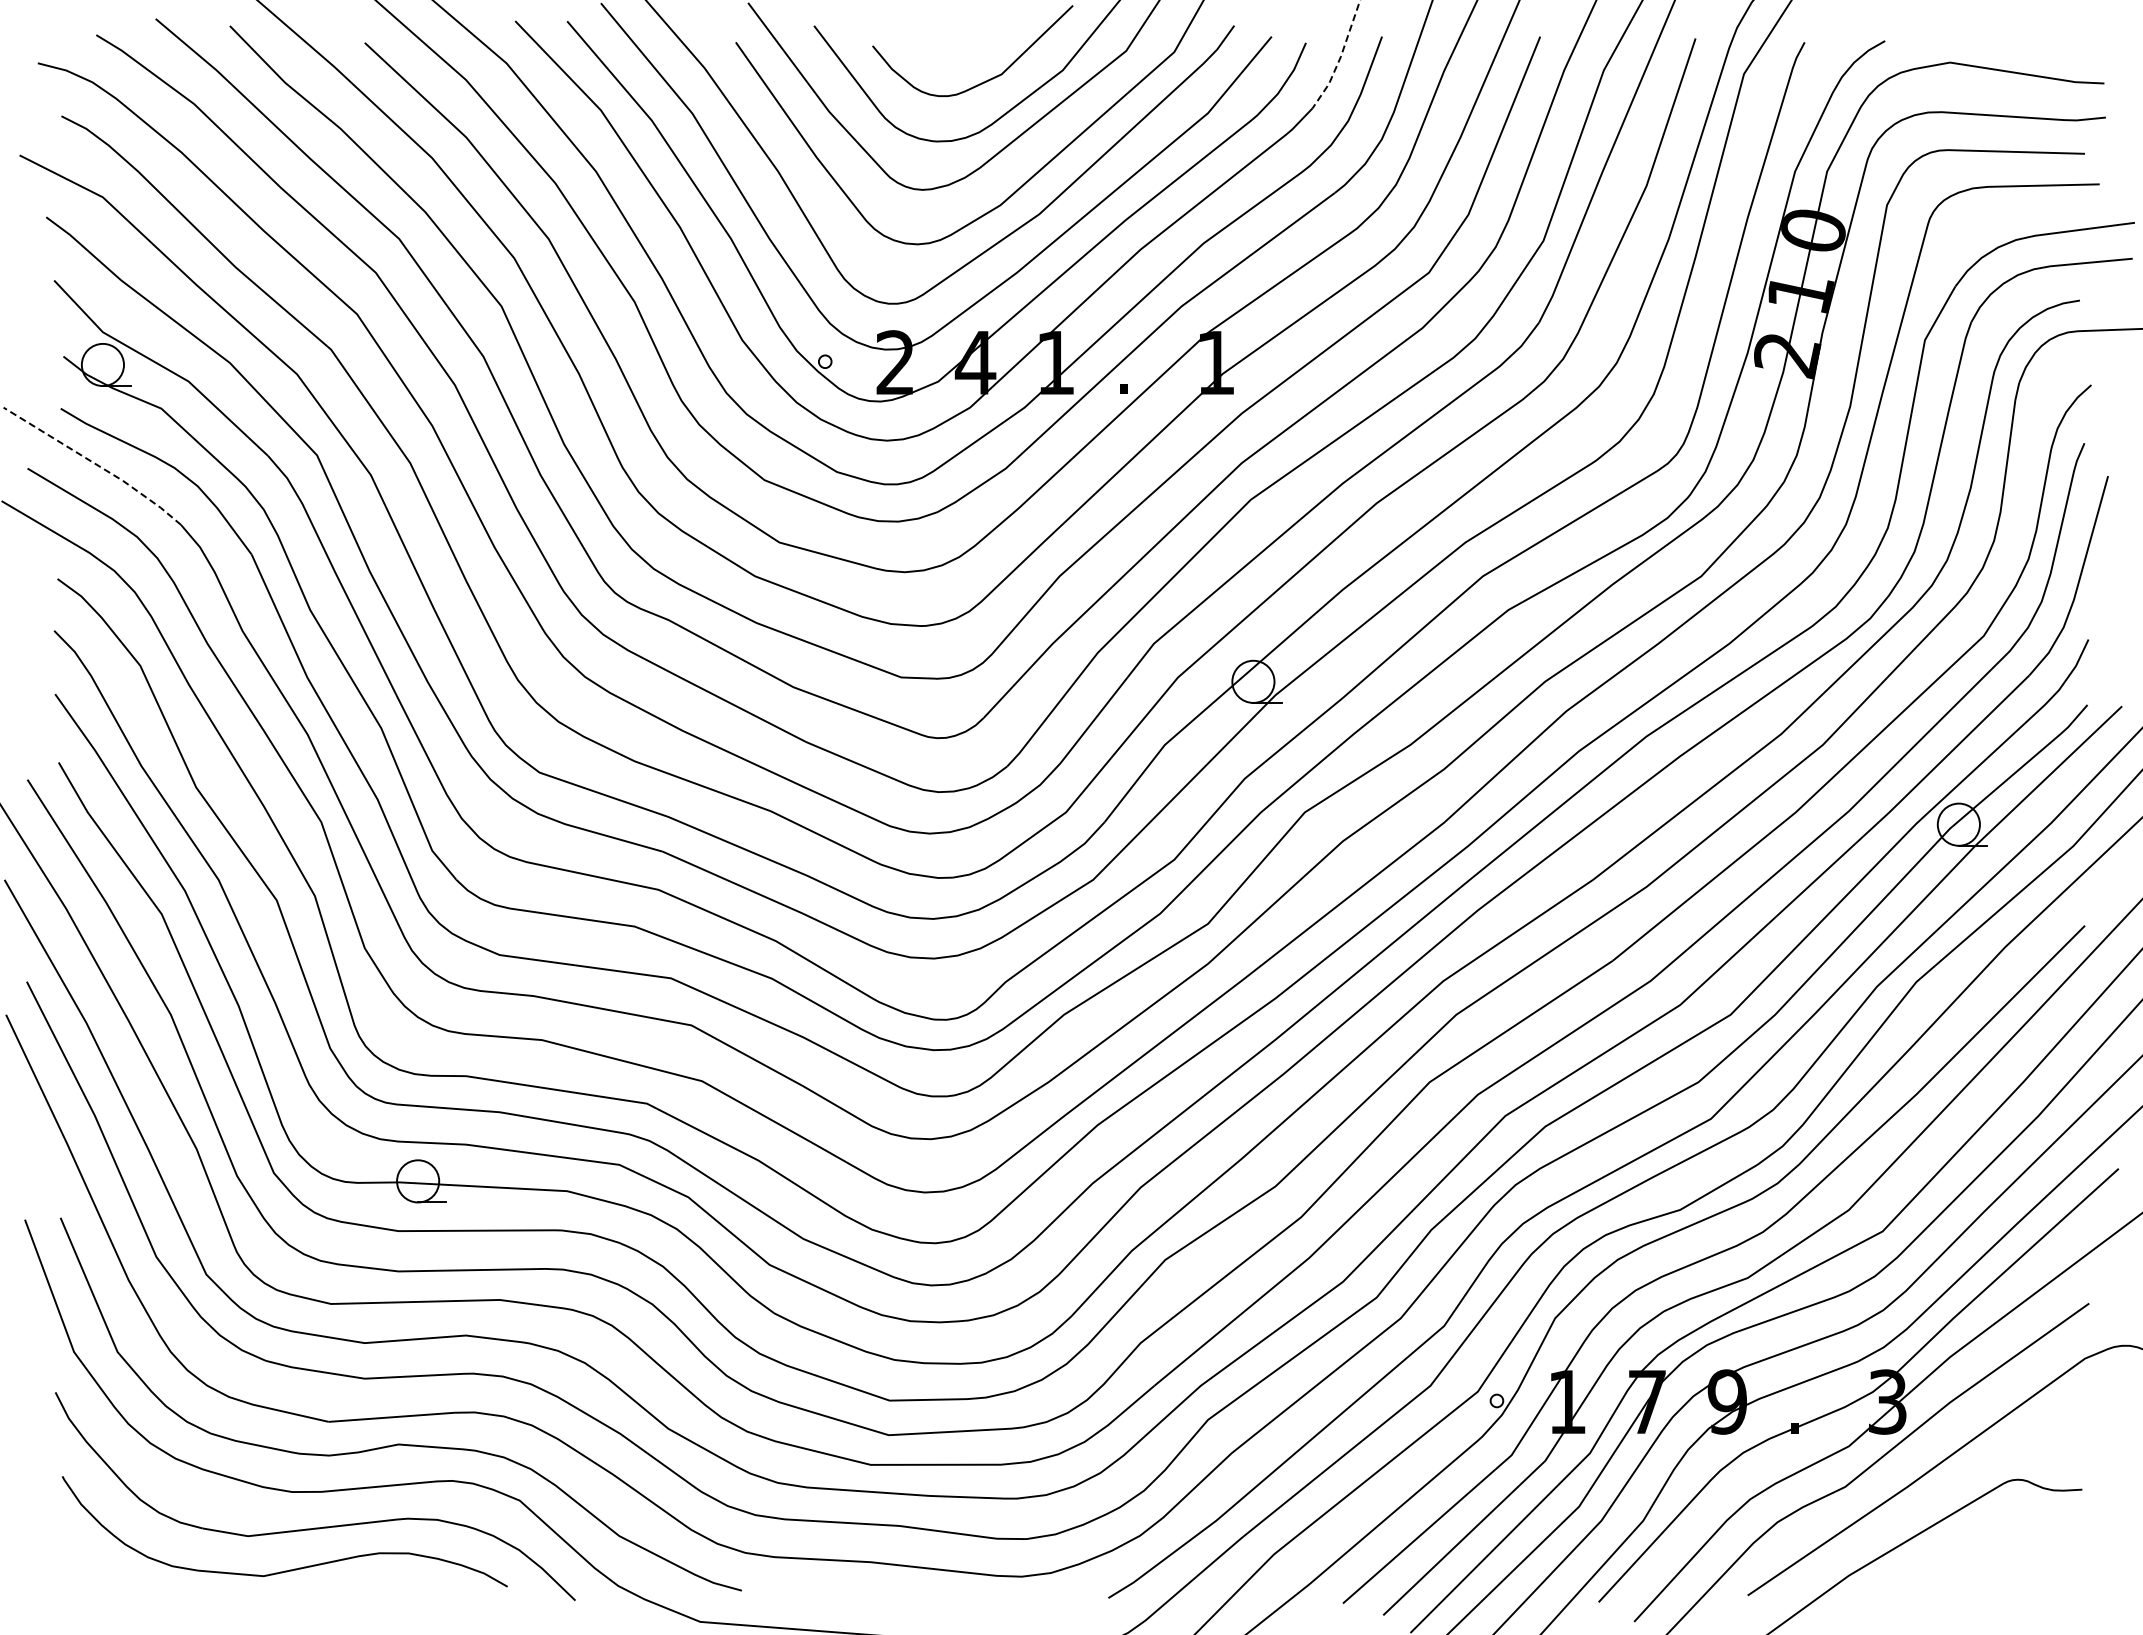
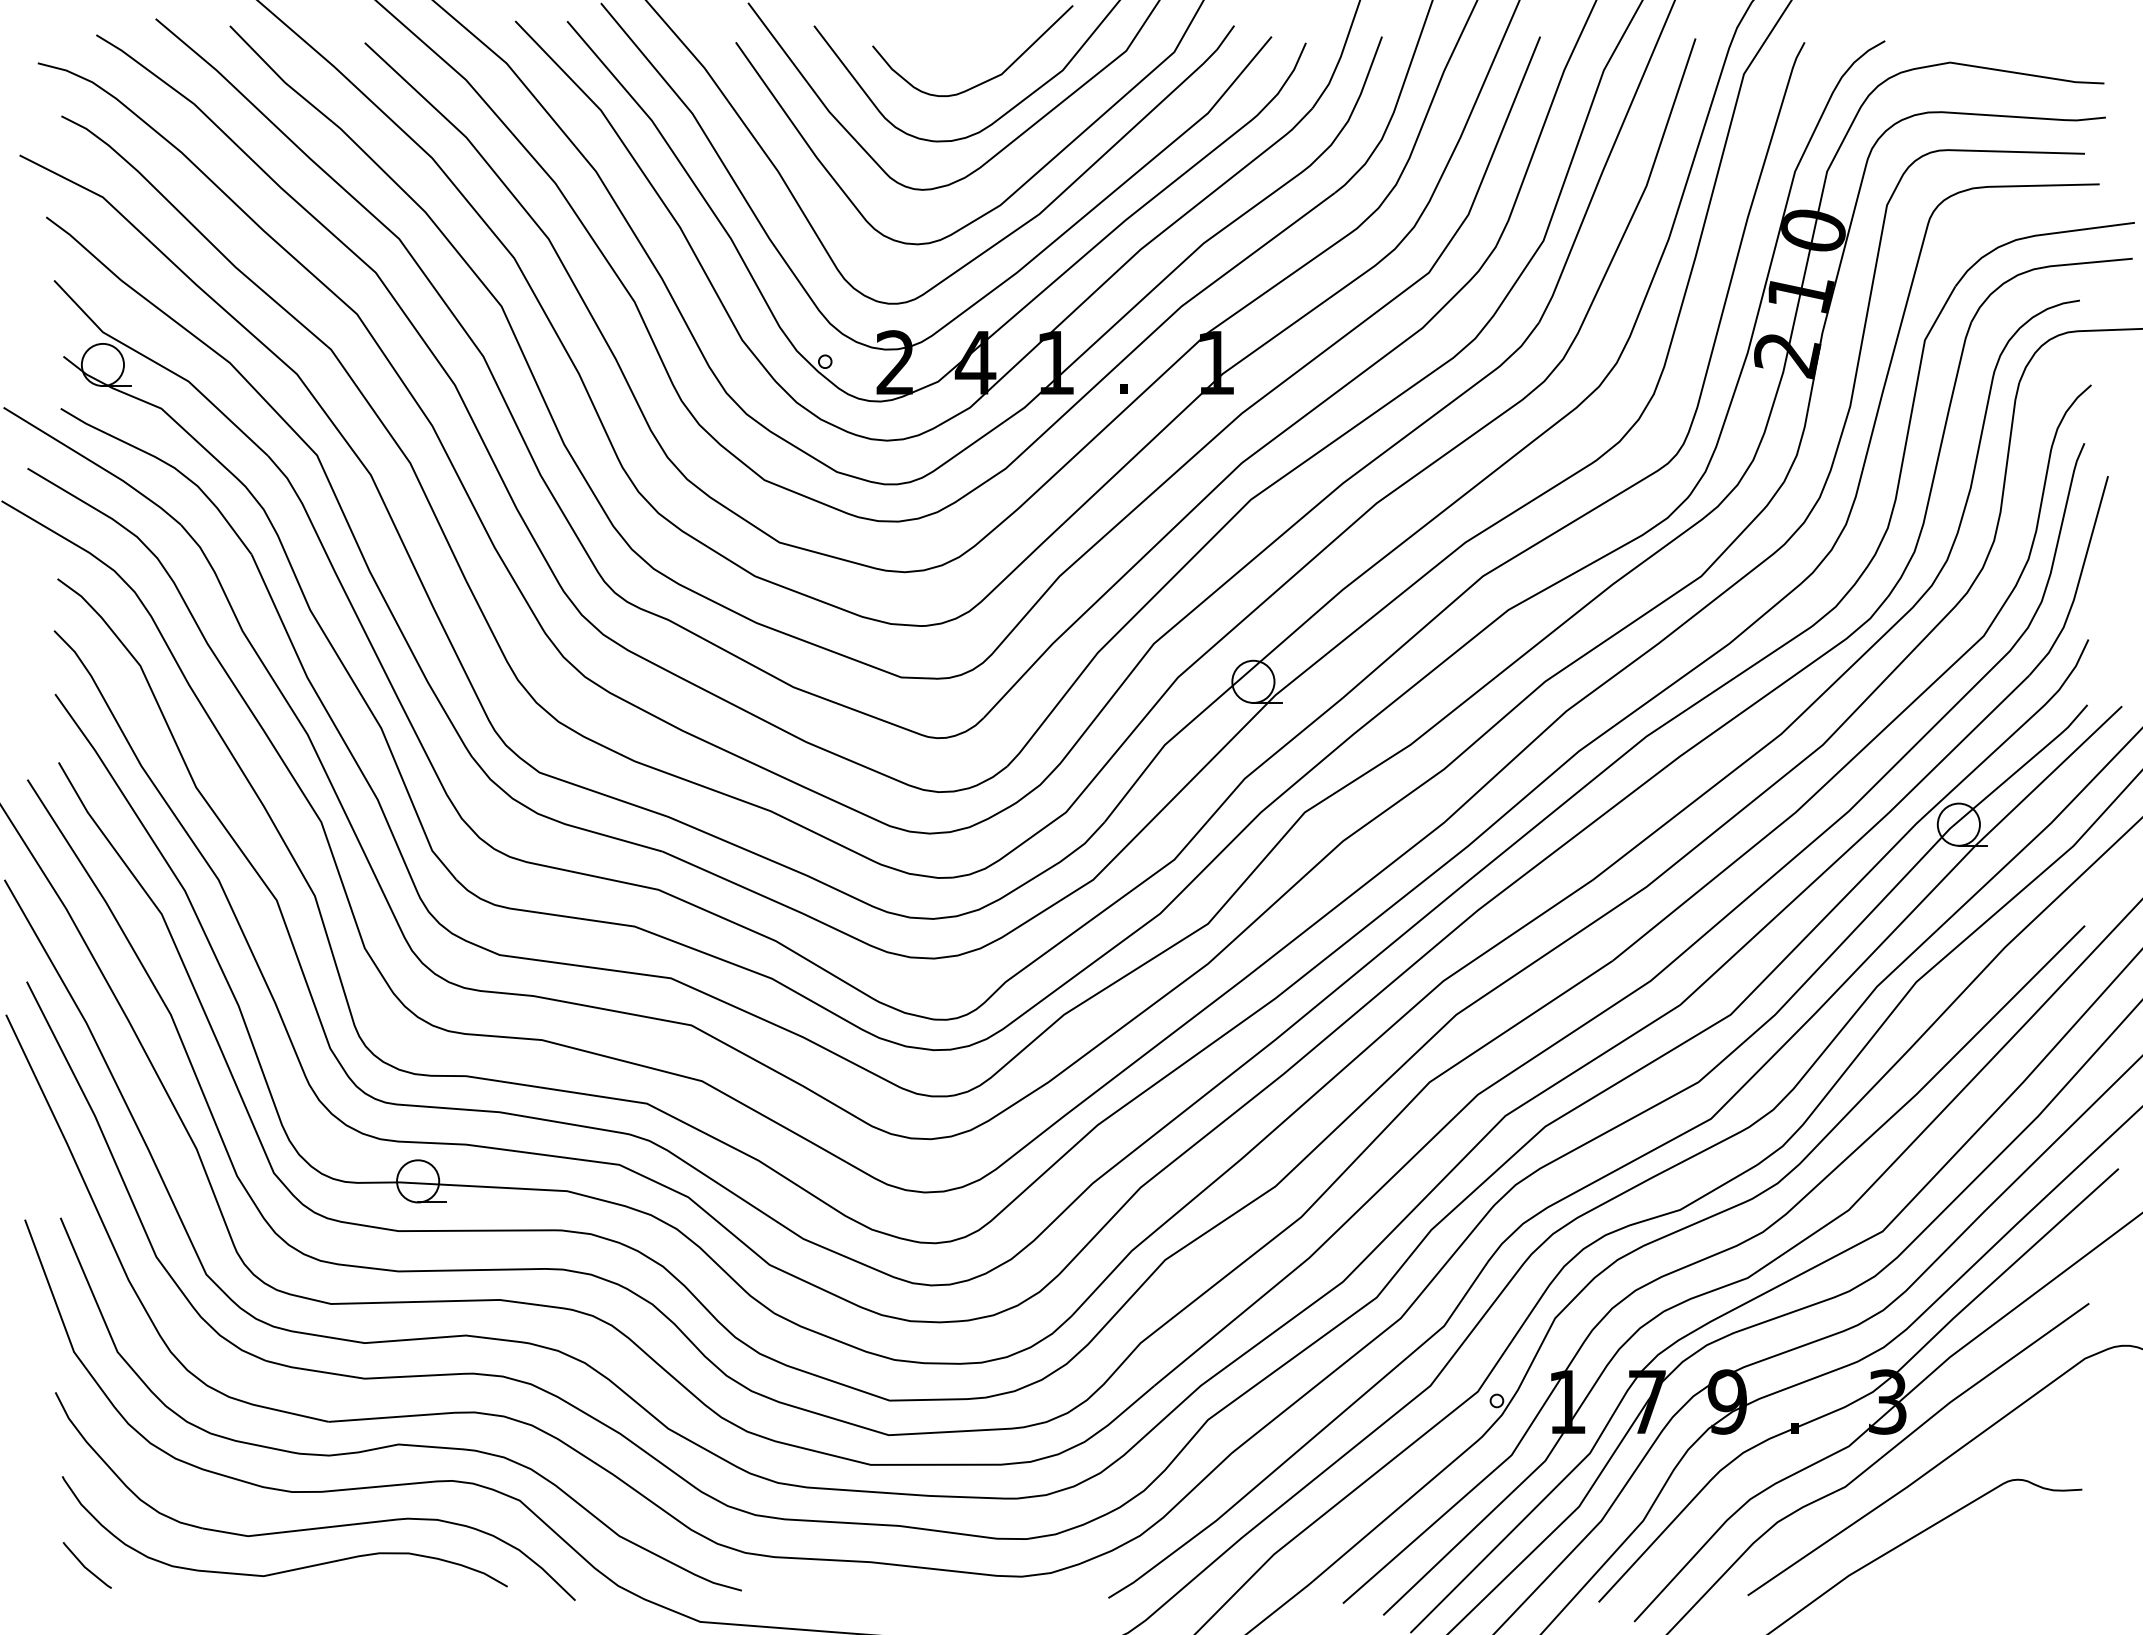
line at (1340, 57): dashed -> solid
line at (95, 463): dashed -> solid
line at (85, 1566): none -> present
